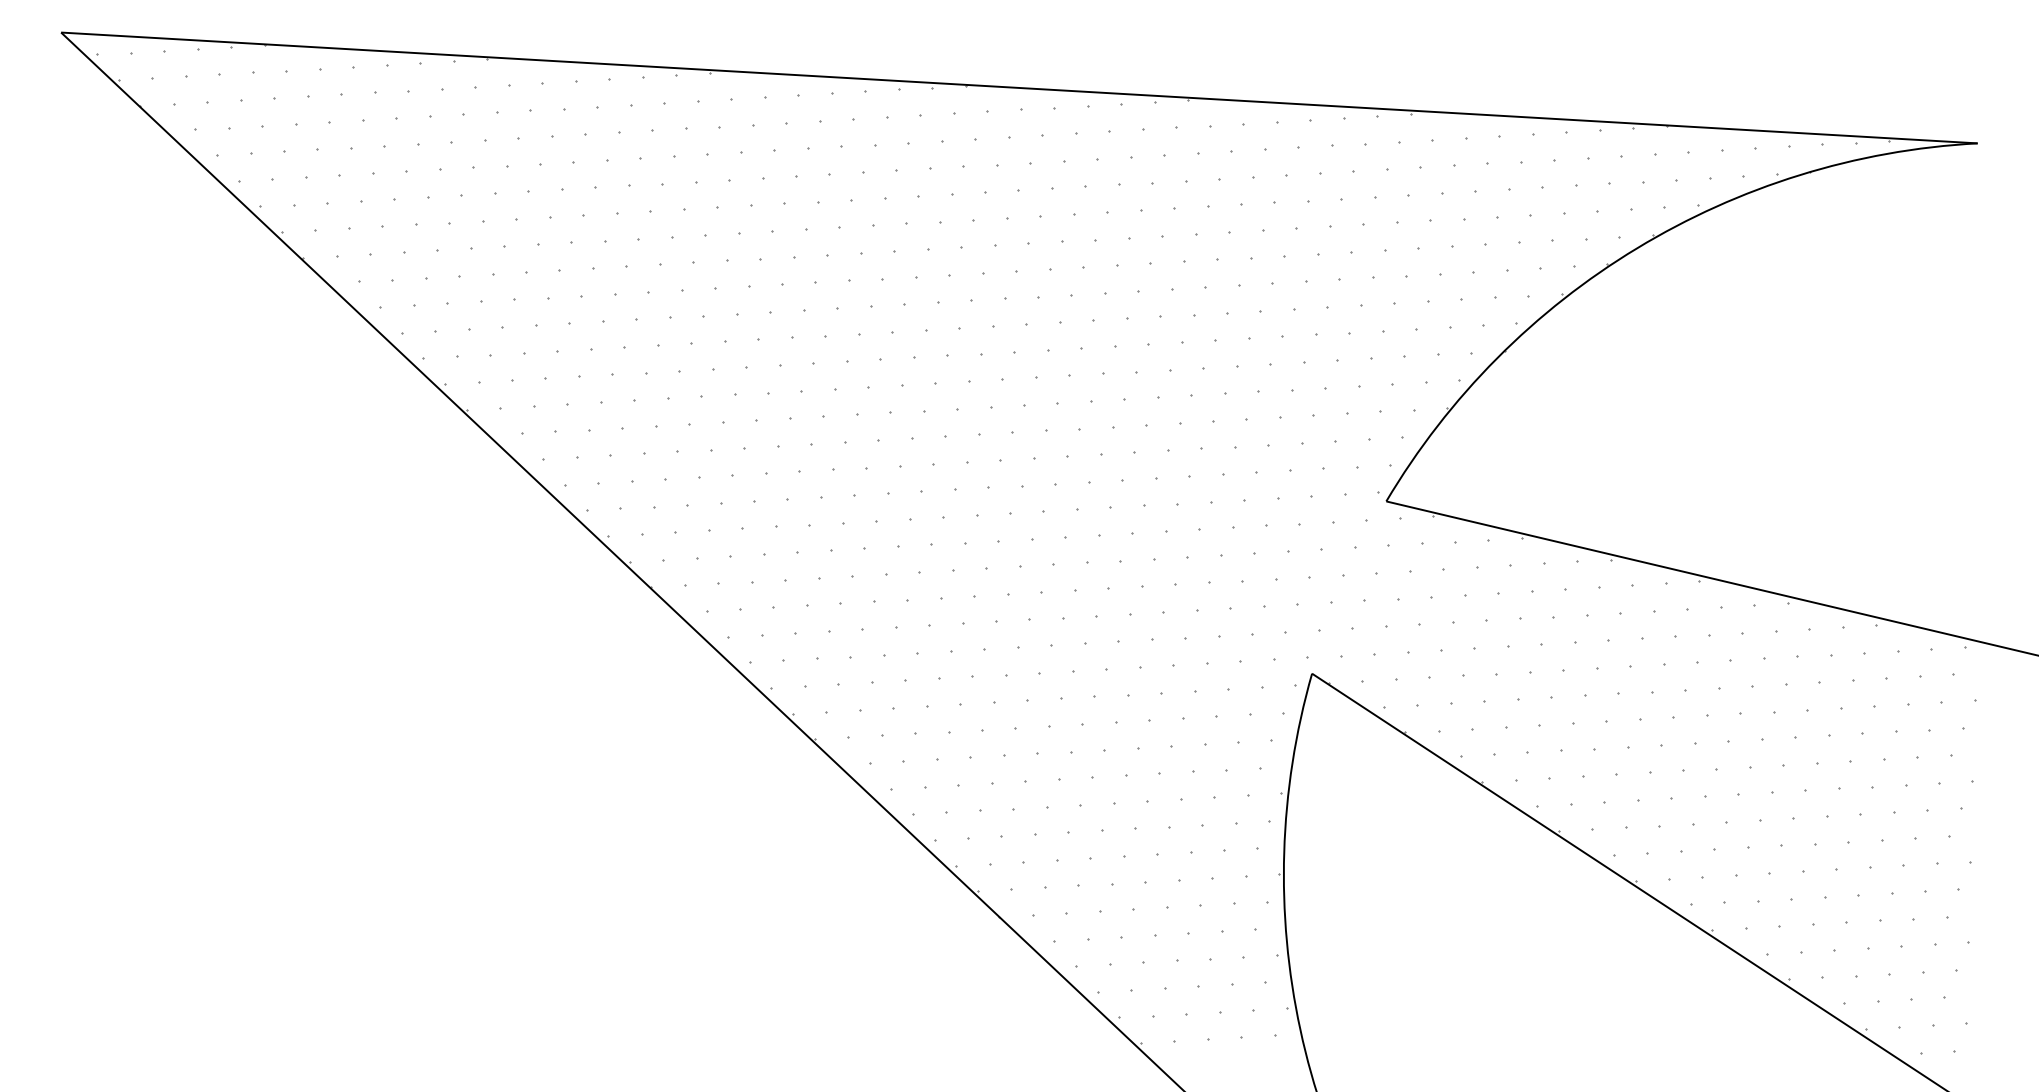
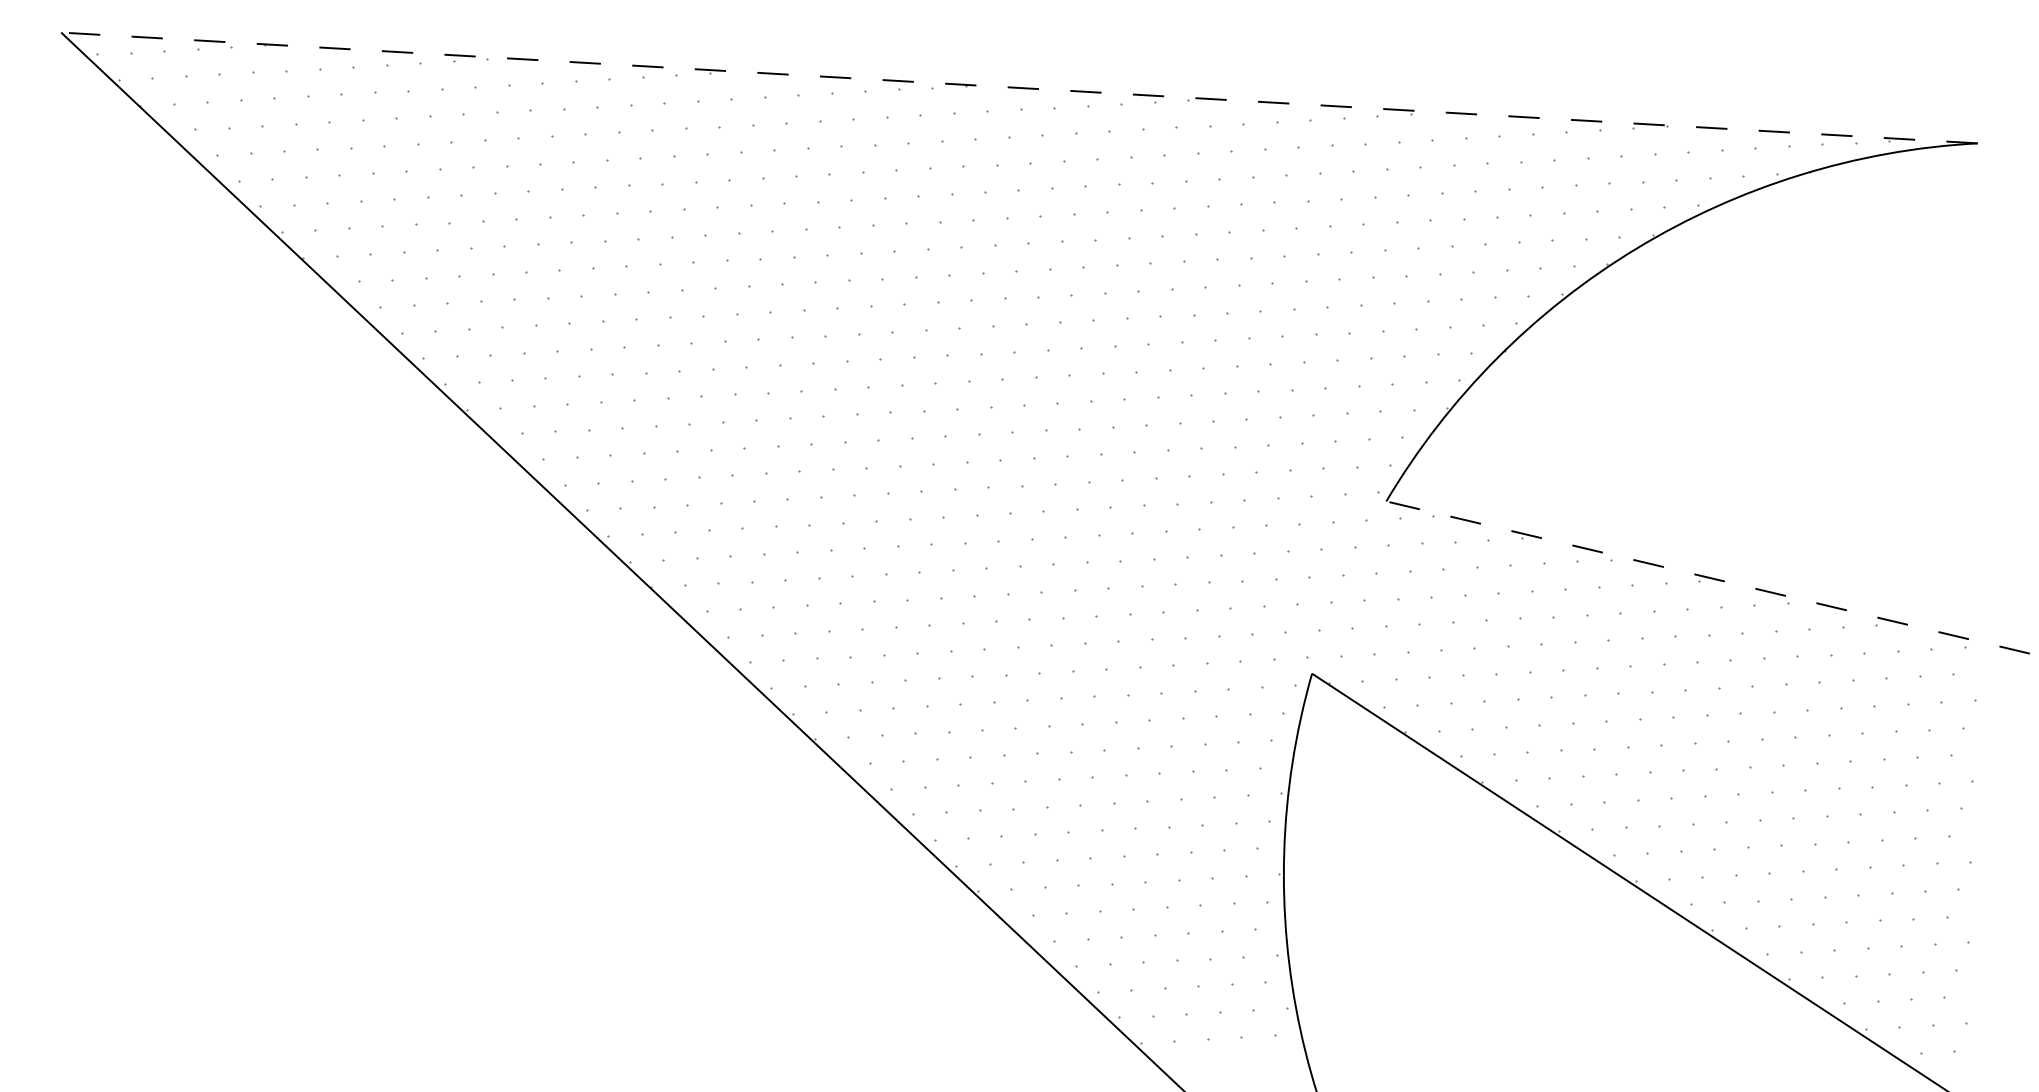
line at (1019, 87): solid -> dashed
line at (1712, 578): solid -> dashed
